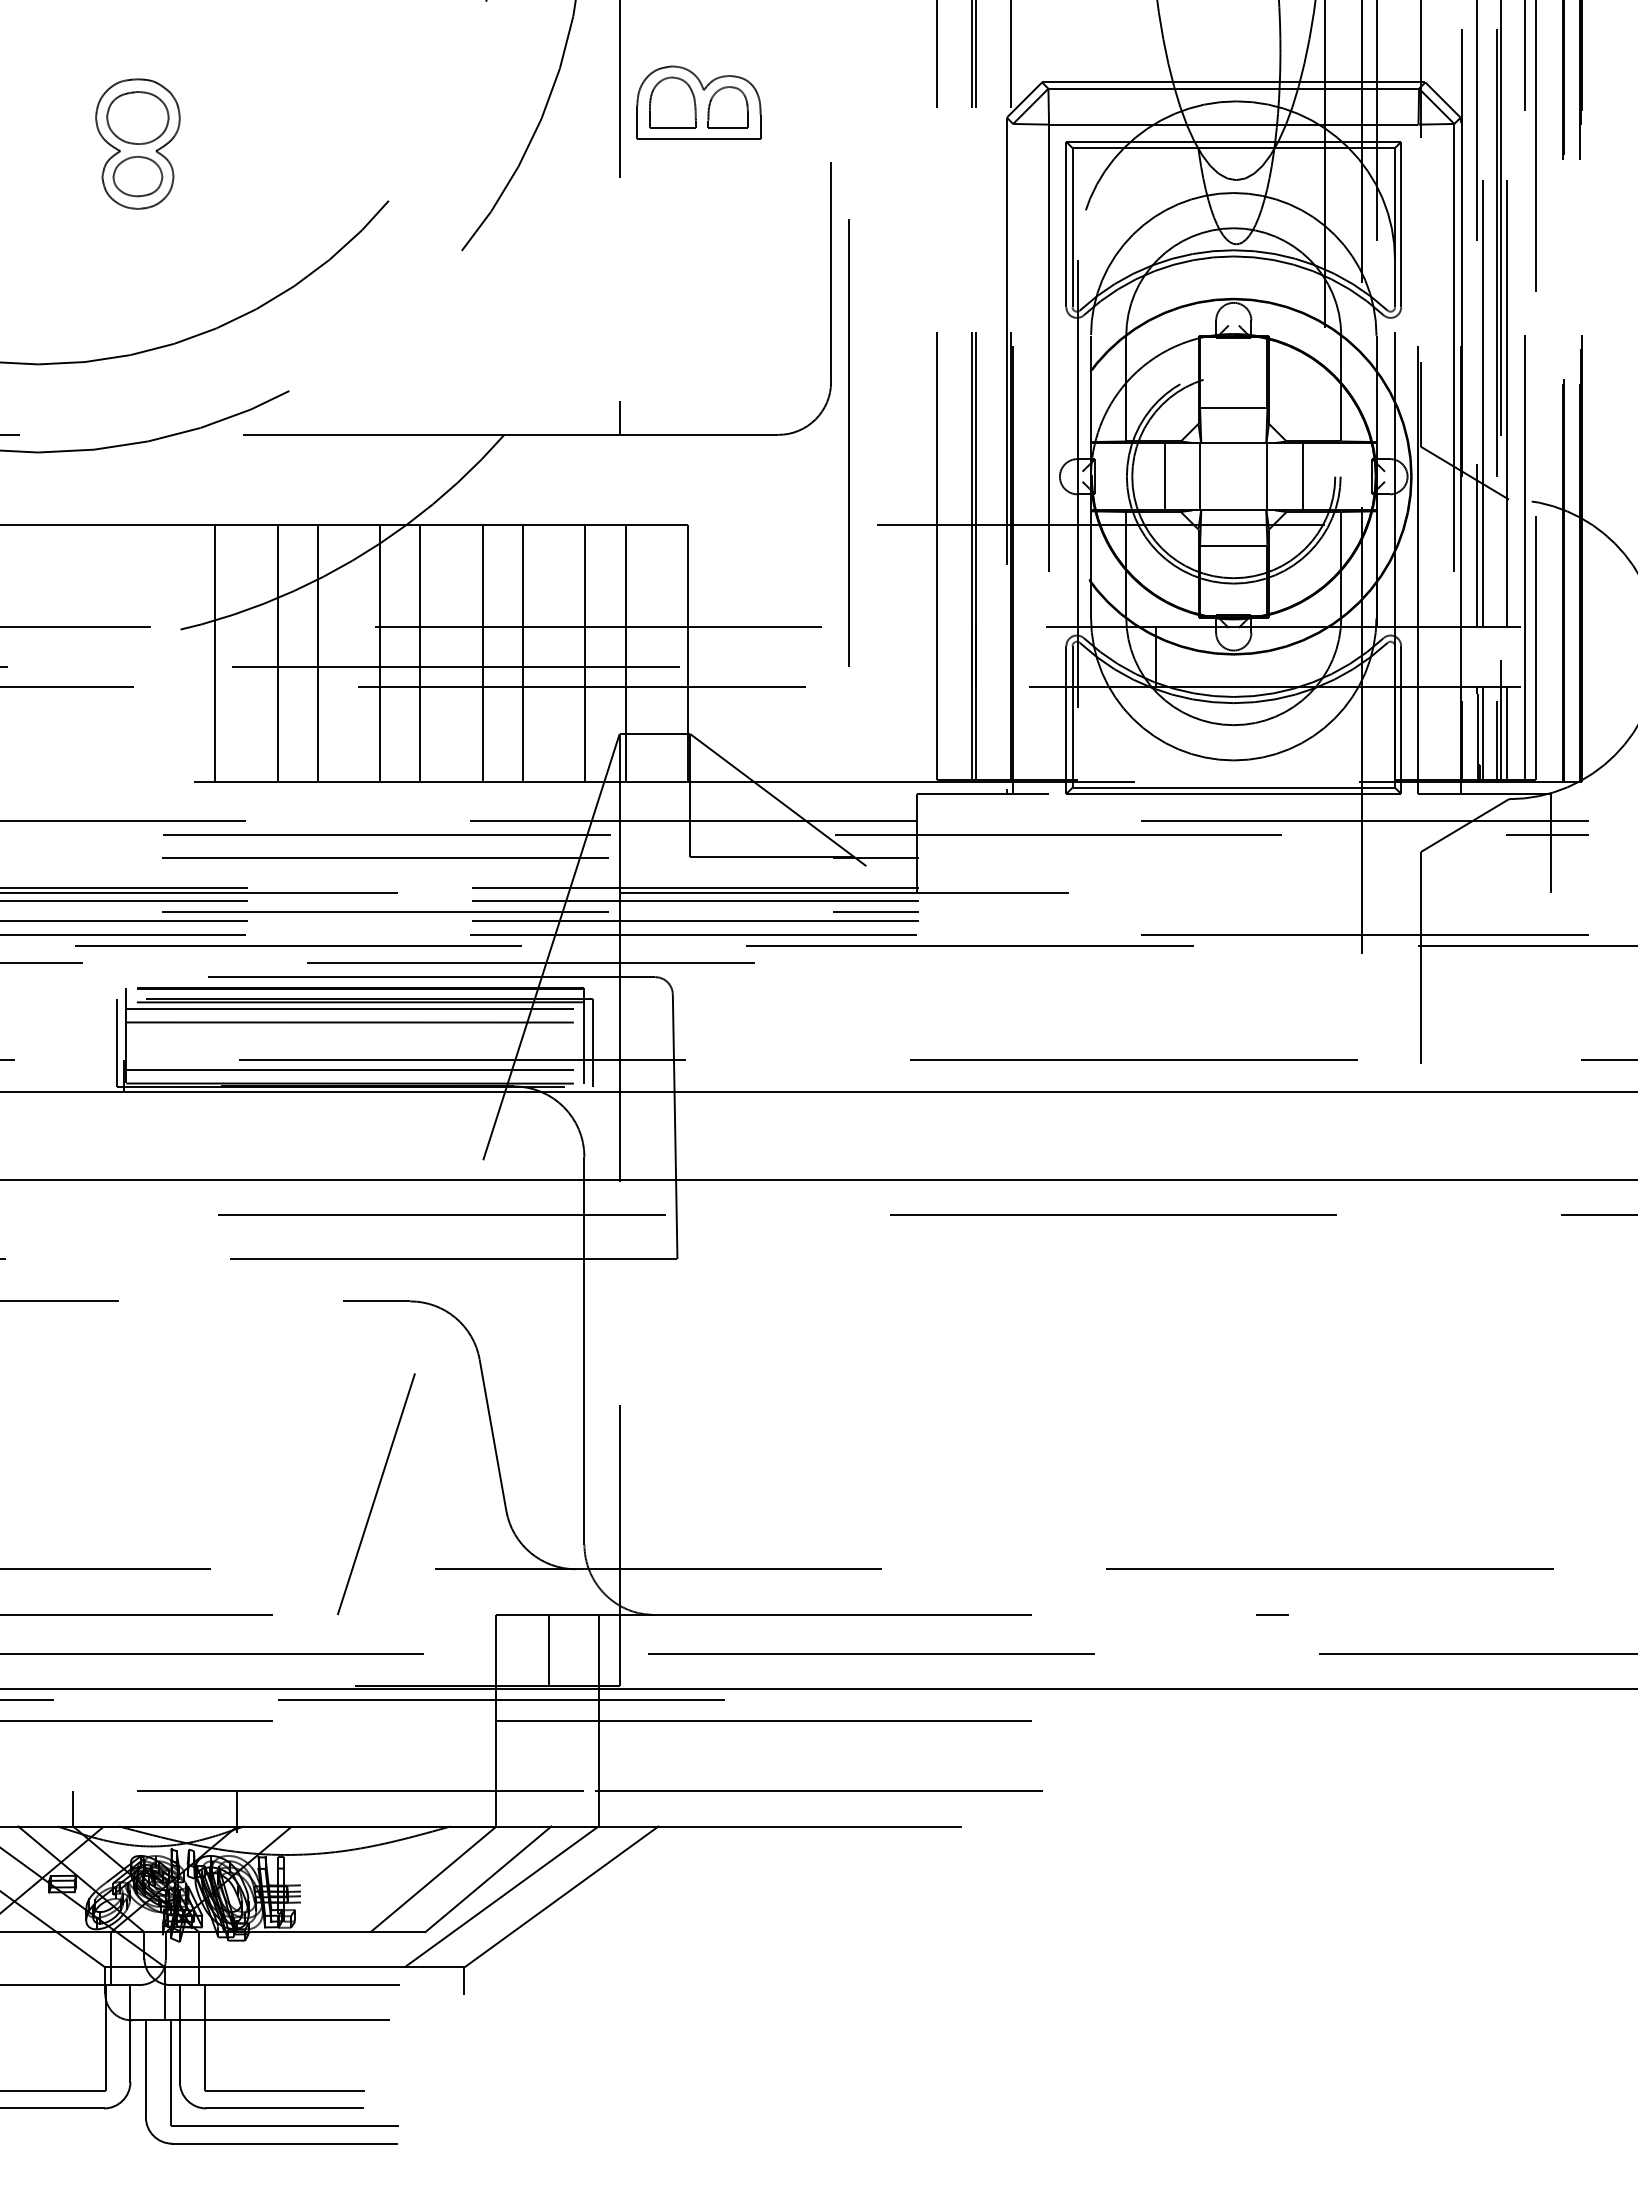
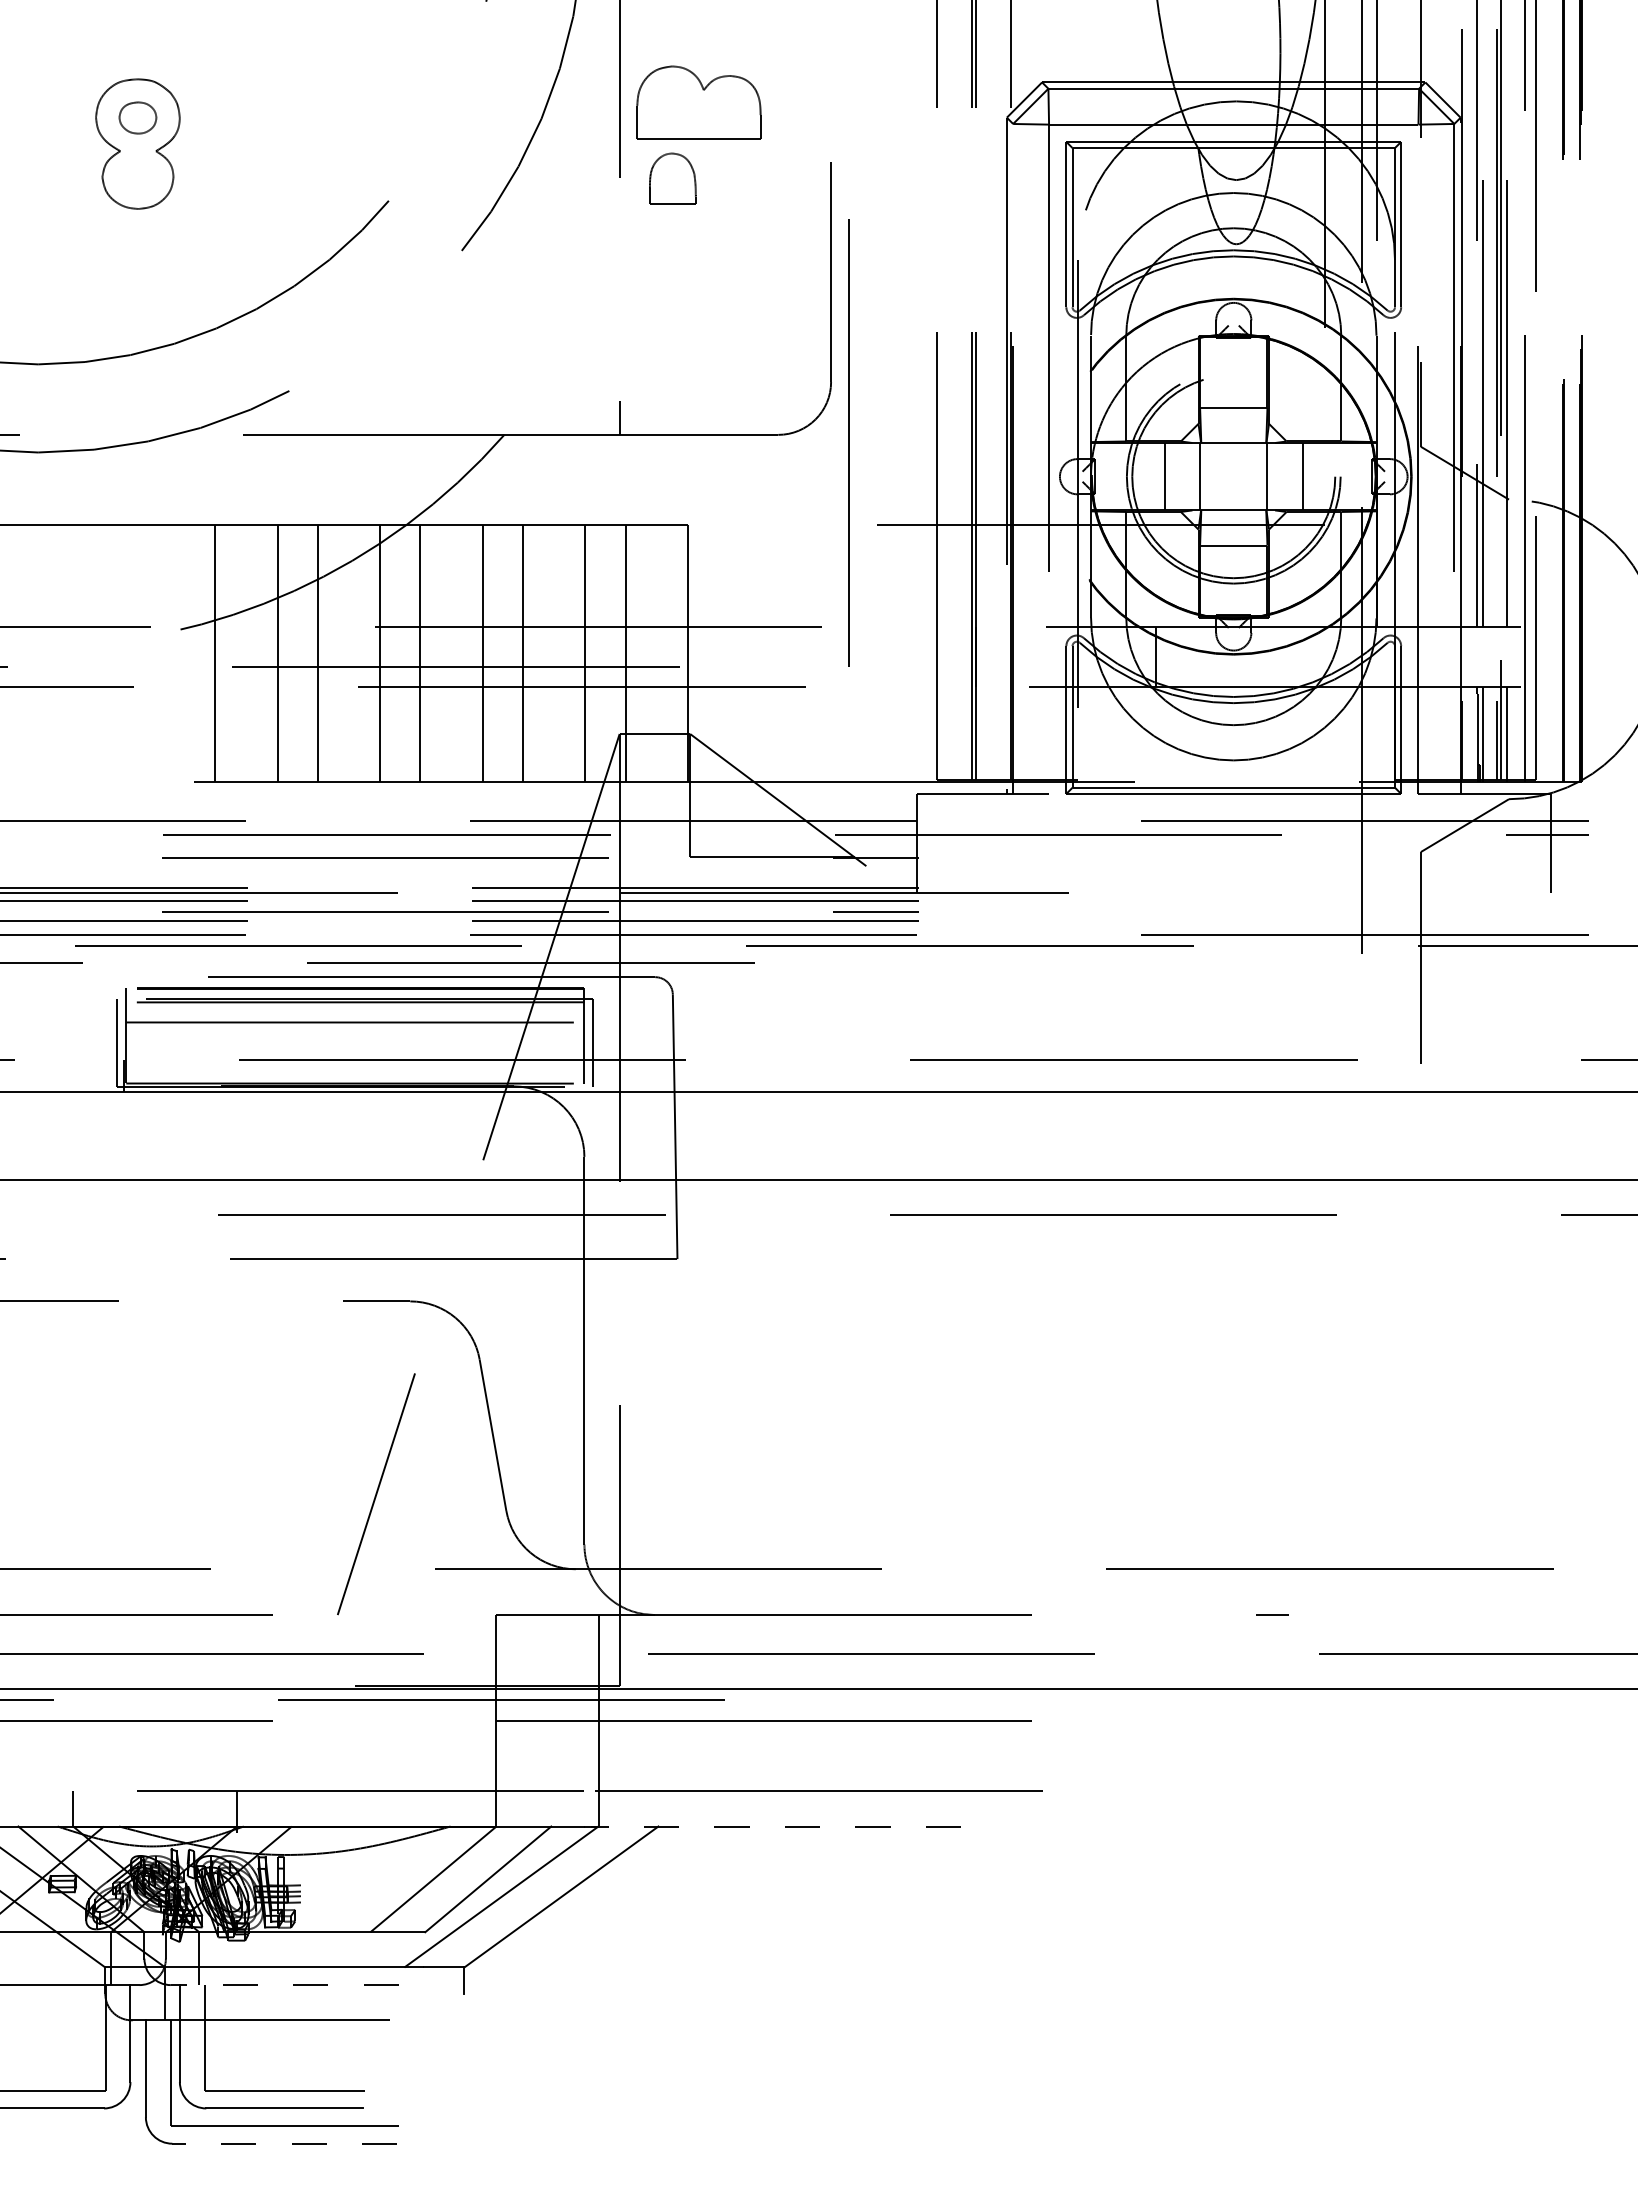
part at (672, 102) position: (672, 102) -> (672, 178)
part at (727, 107): present -> none
part at (137, 117) size: 64x54 px -> 40x34 px
part at (137, 176): present -> none
line at (355, 1008): present -> none
line at (355, 1069): present -> none
line at (549, 1650): present -> none
line at (772, 1826): solid -> dashed
line at (284, 1985): solid -> dashed
line at (284, 2143): solid -> dashed
